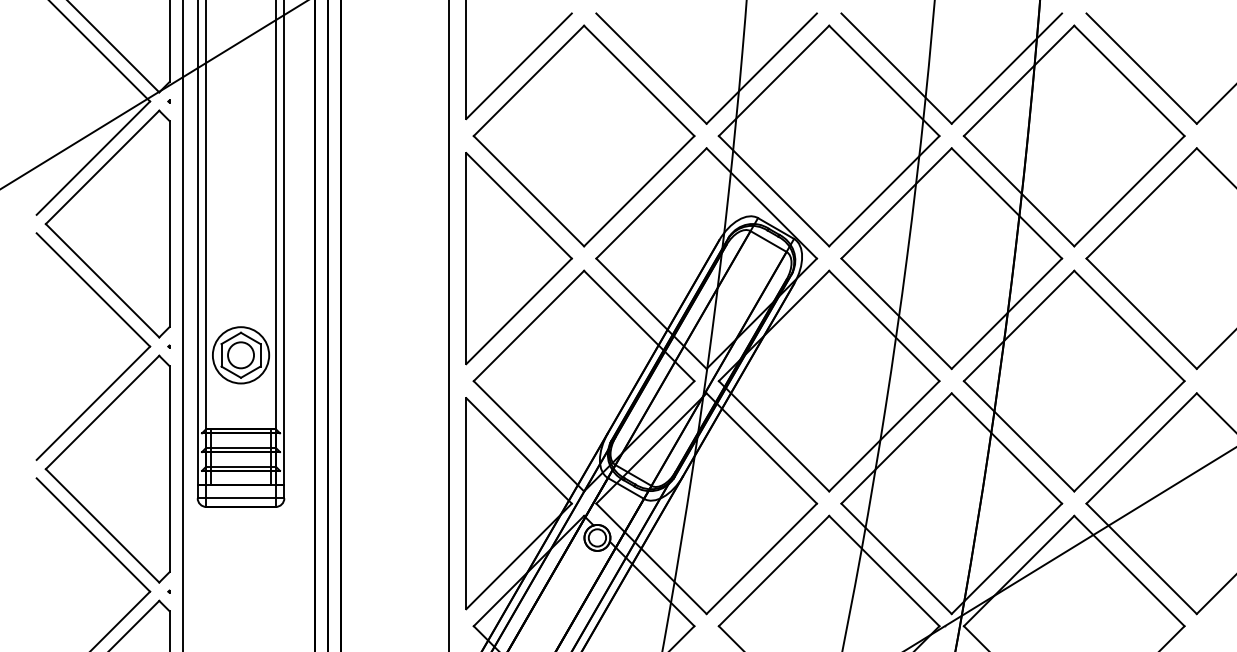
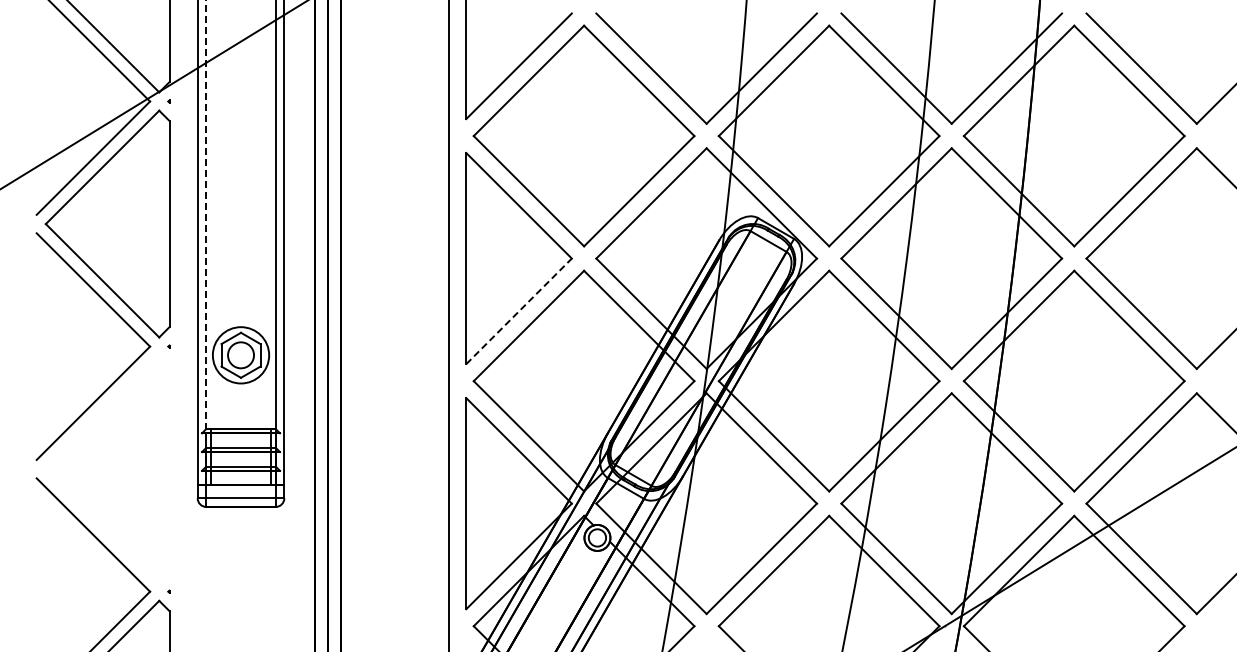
line at (206, 242): solid -> dashed
line at (519, 311): solid -> dashed
line at (182, 325): present -> none
part at (107, 468): present -> none
